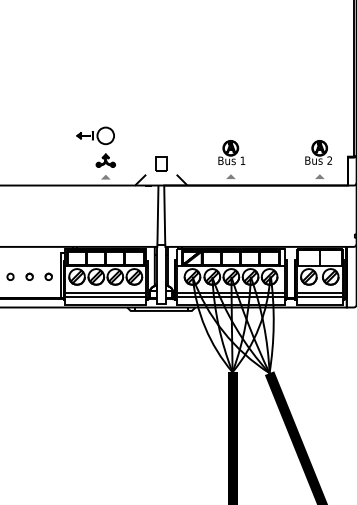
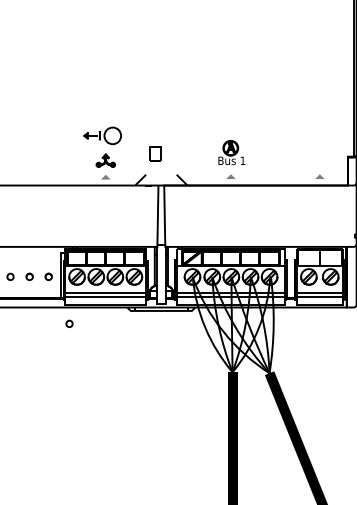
part at (95, 135) position: (95, 135) -> (102, 135)
part at (318, 152): present -> none
part at (161, 163) position: (161, 163) -> (155, 153)
part at (69, 323): none -> present
